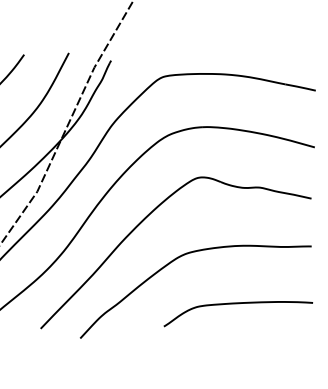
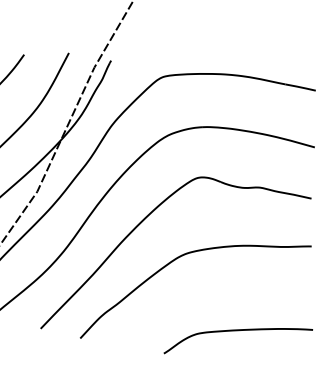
curve at (238, 304) position: (238, 304) -> (238, 331)
